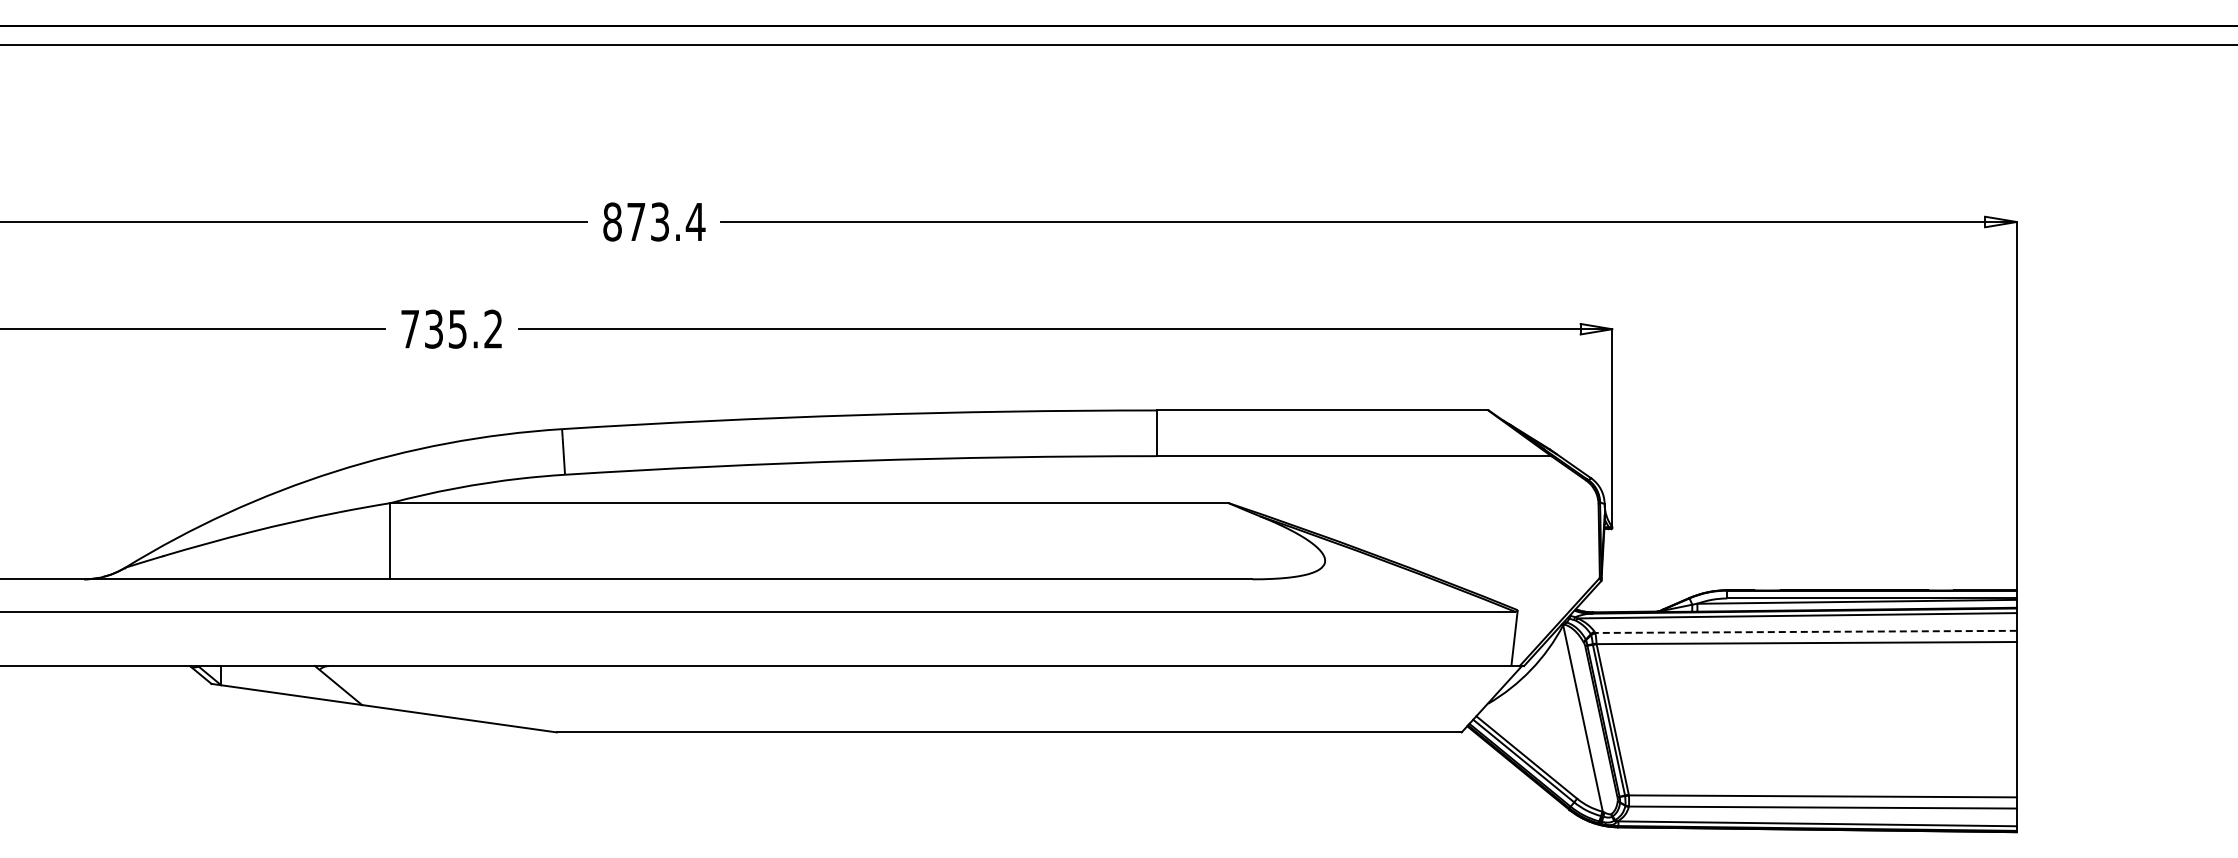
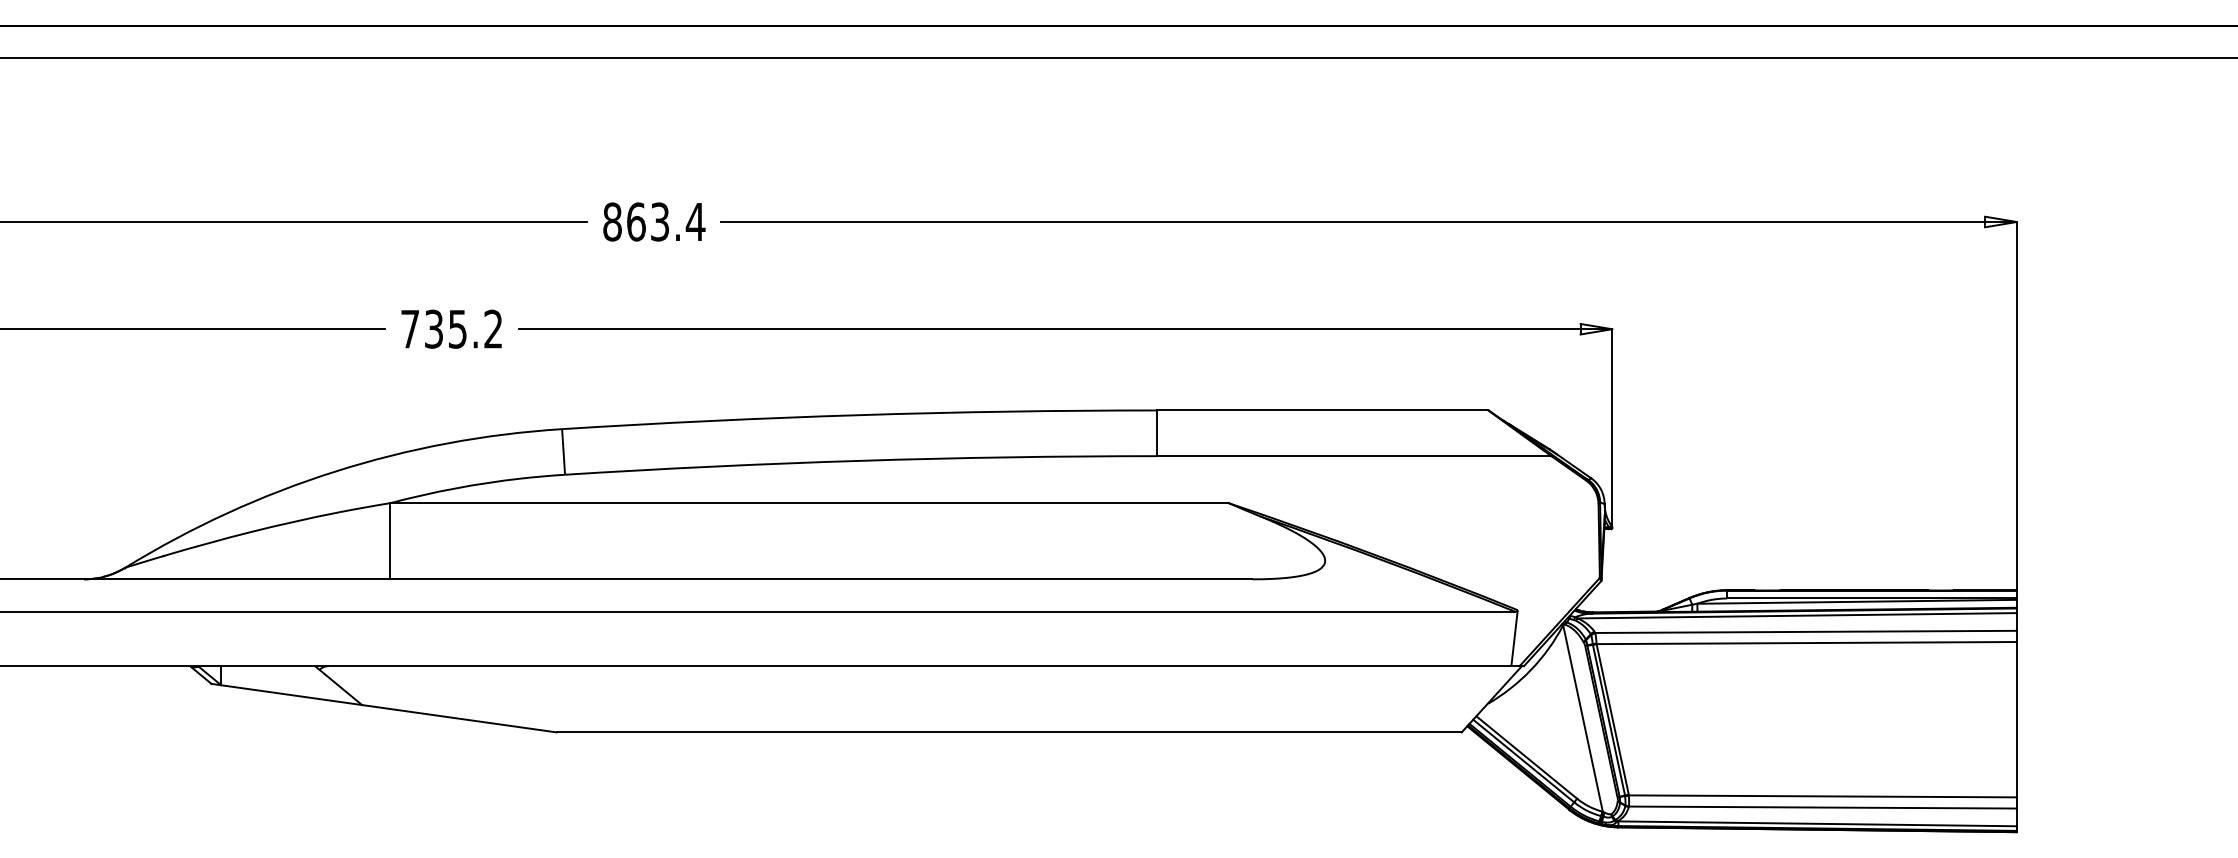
line at (1118, 44) position: (1118, 44) -> (1118, 57)
text at (636, 221): 873.4 -> 863.4
line at (1806, 631): dashed -> solid
